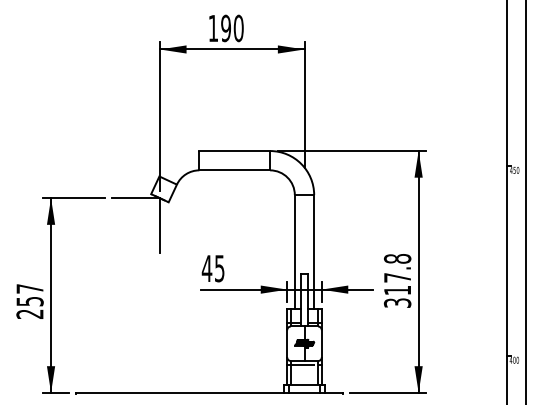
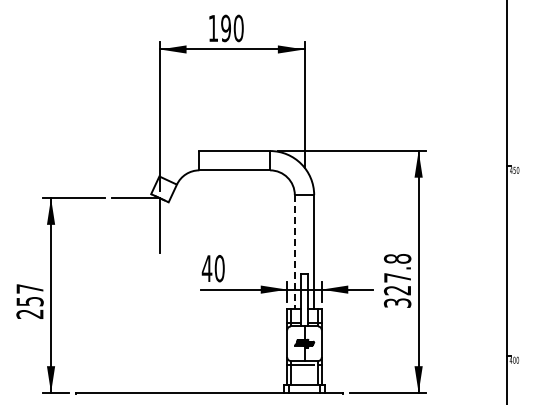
line at (525, 201): present -> none
line at (294, 252): solid -> dashed
text at (219, 268): 45 -> 40
text at (396, 290): 317.8 -> 327.8
